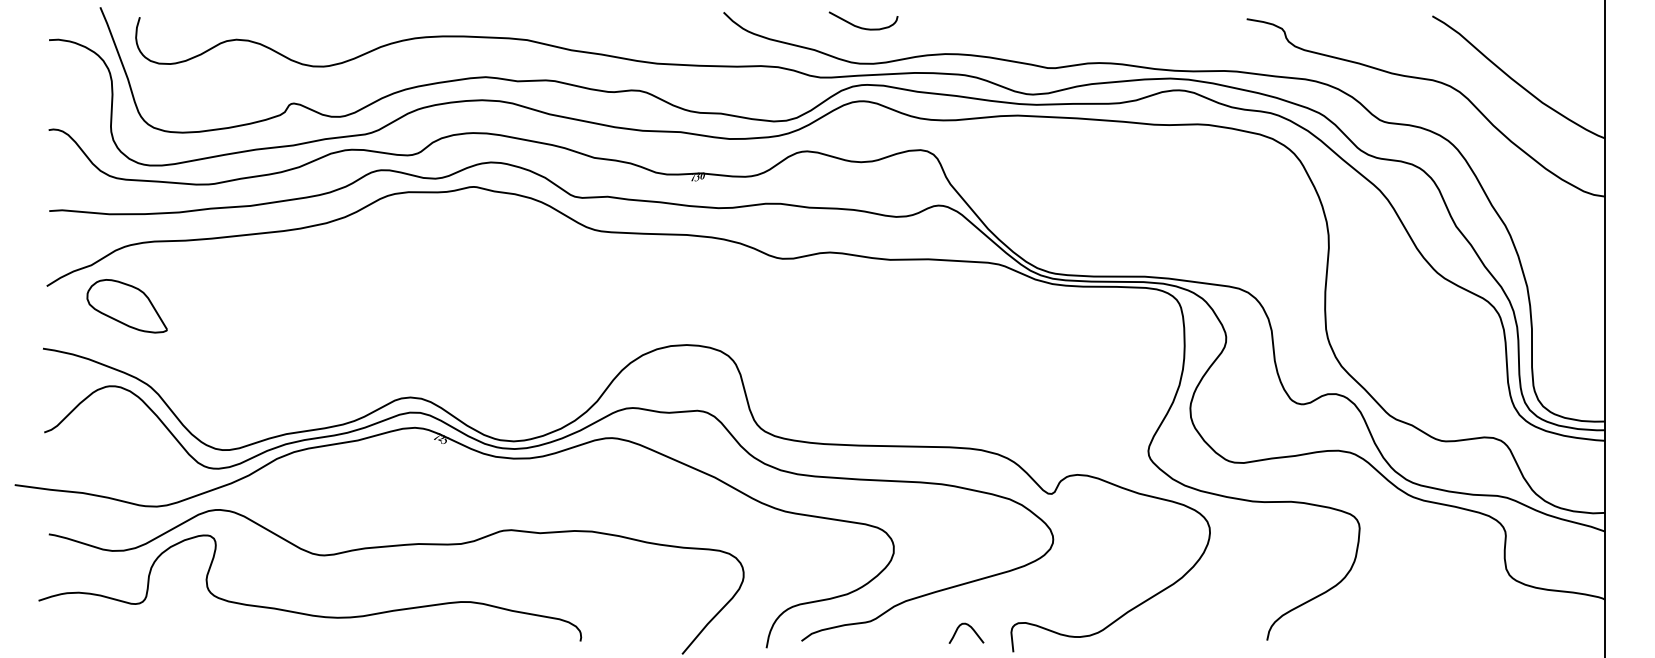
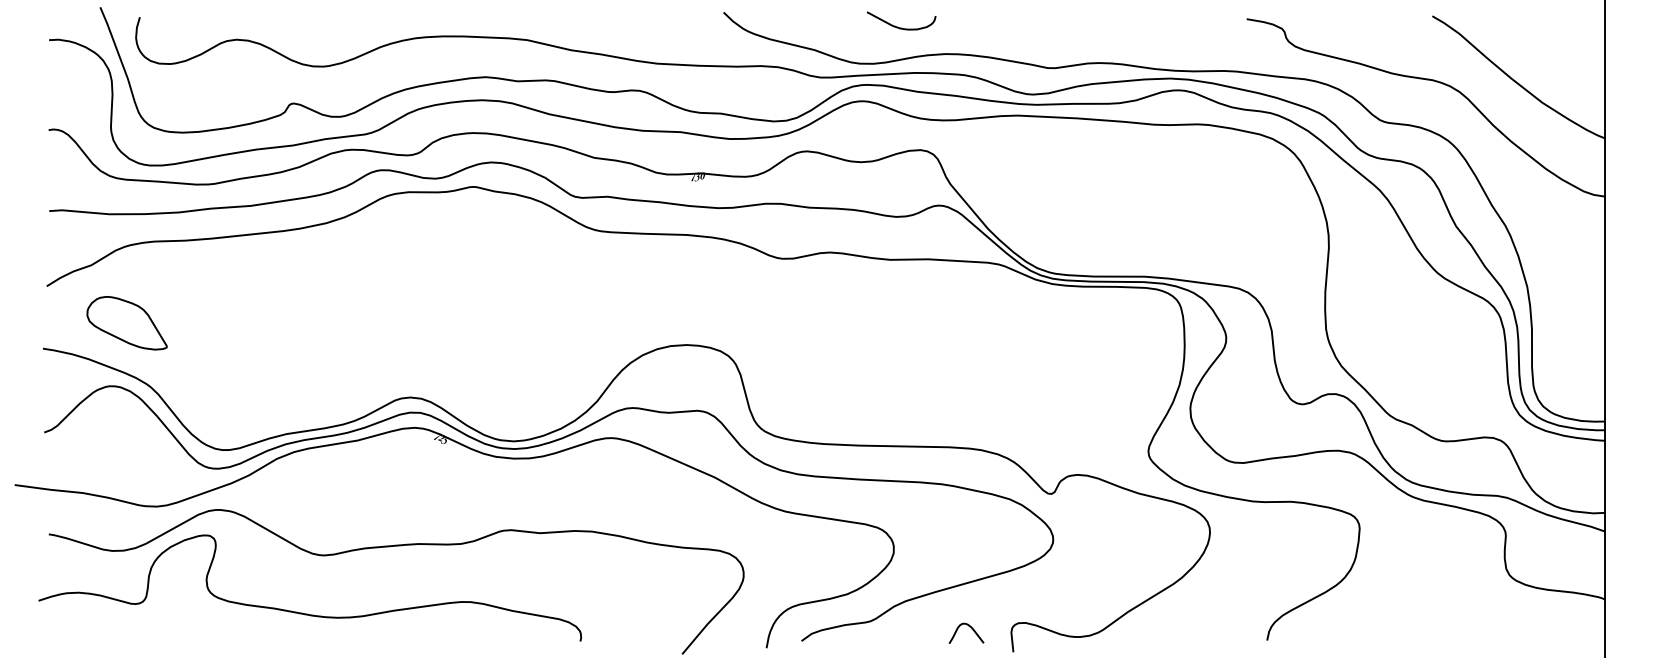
curve at (860, 26) position: (860, 26) -> (898, 26)
part at (126, 306) position: (126, 306) -> (126, 323)
